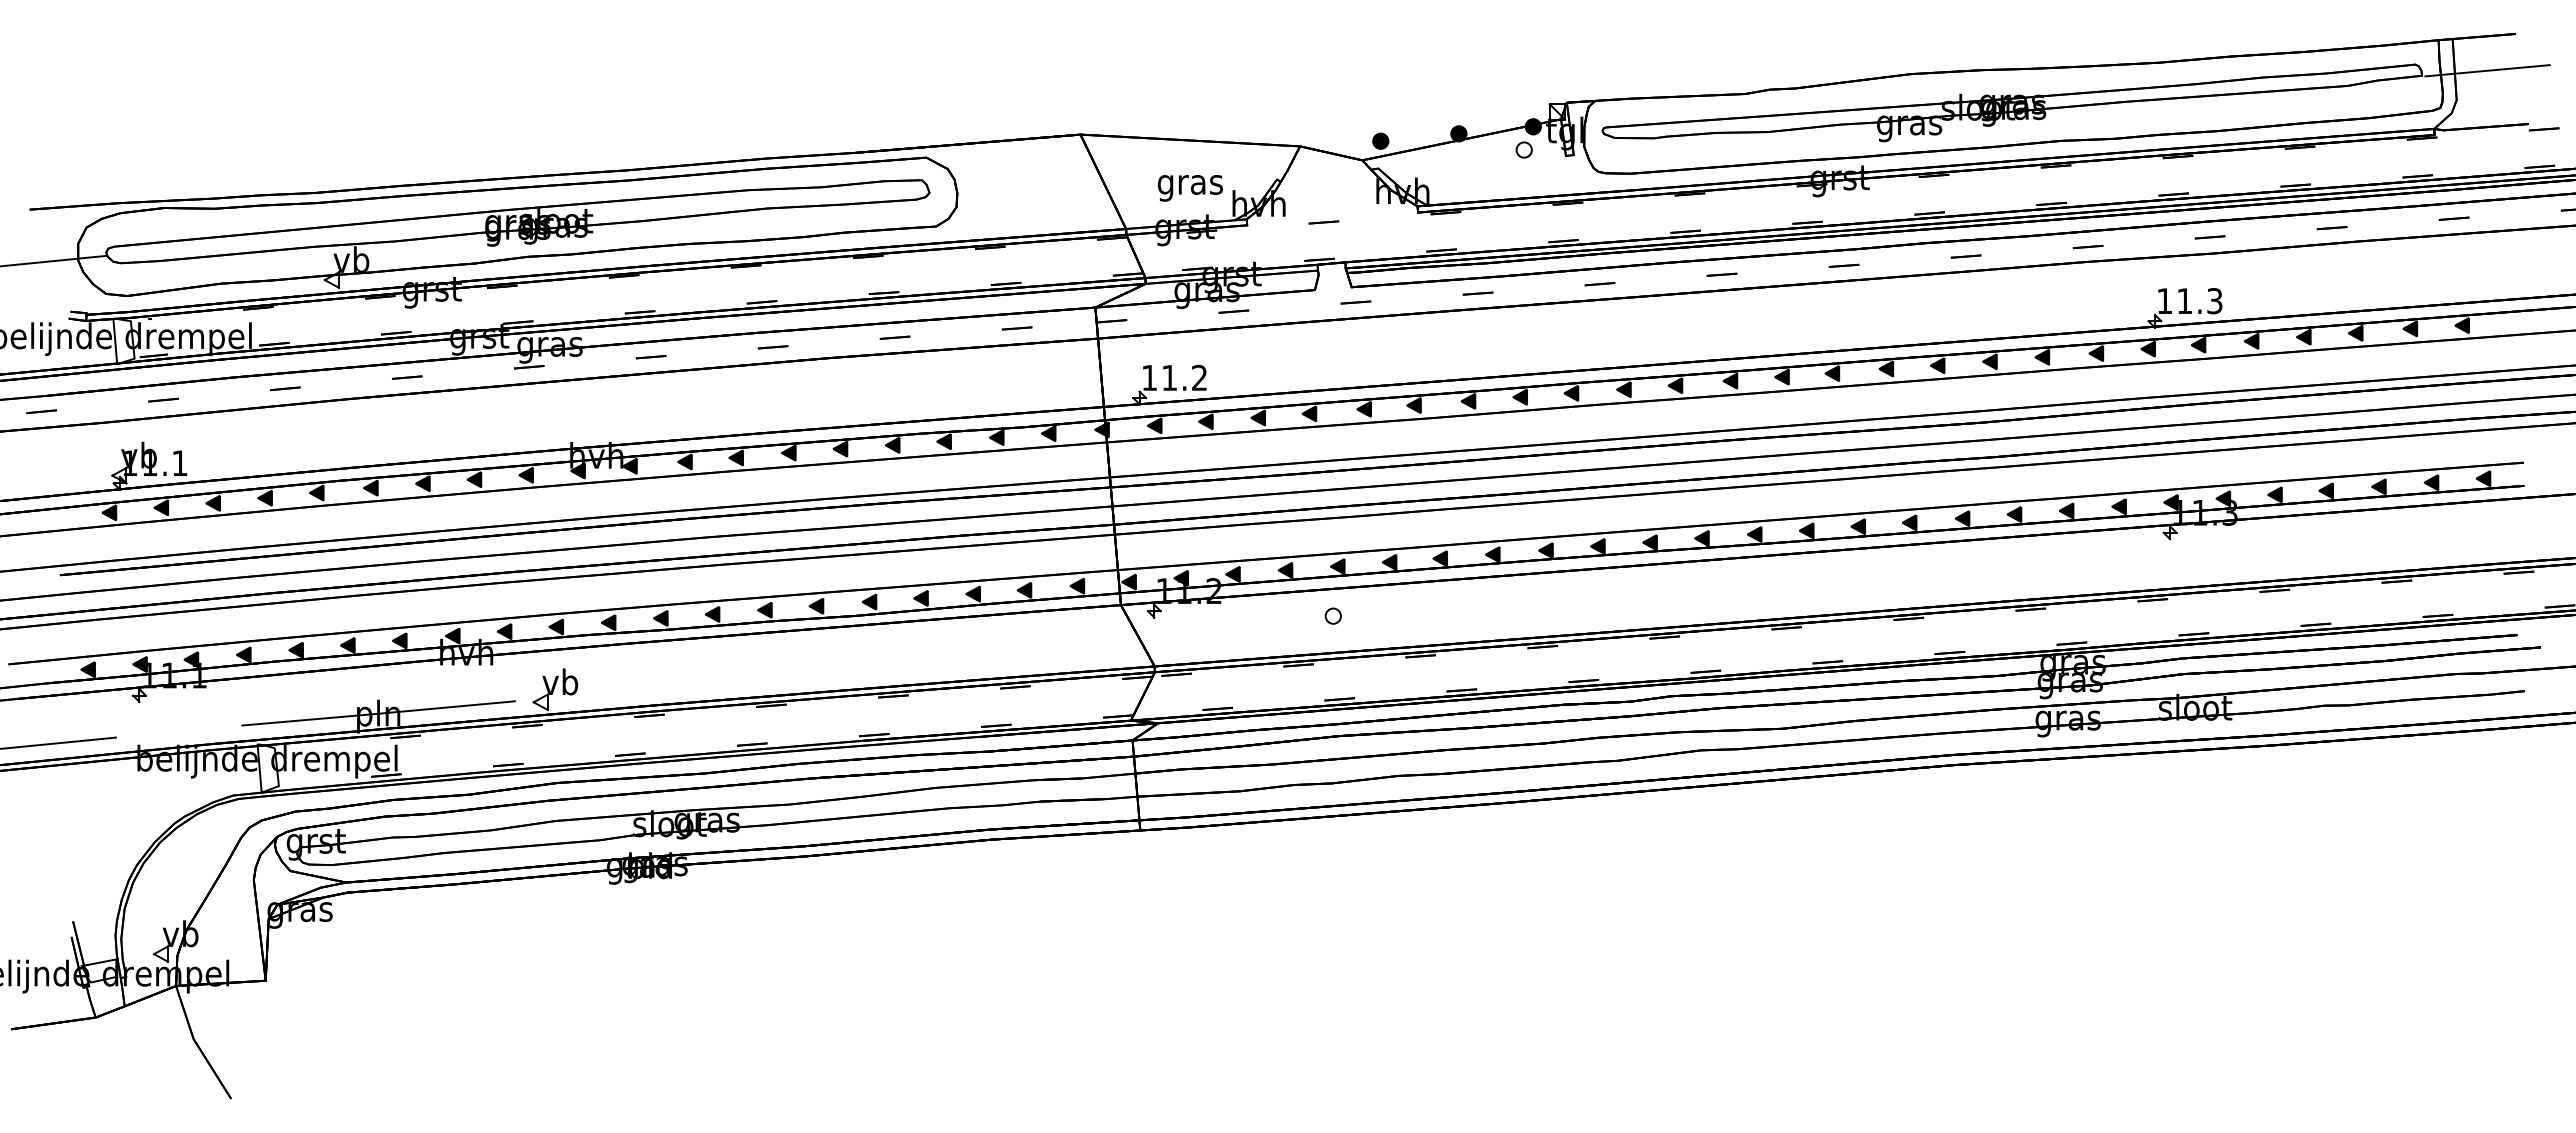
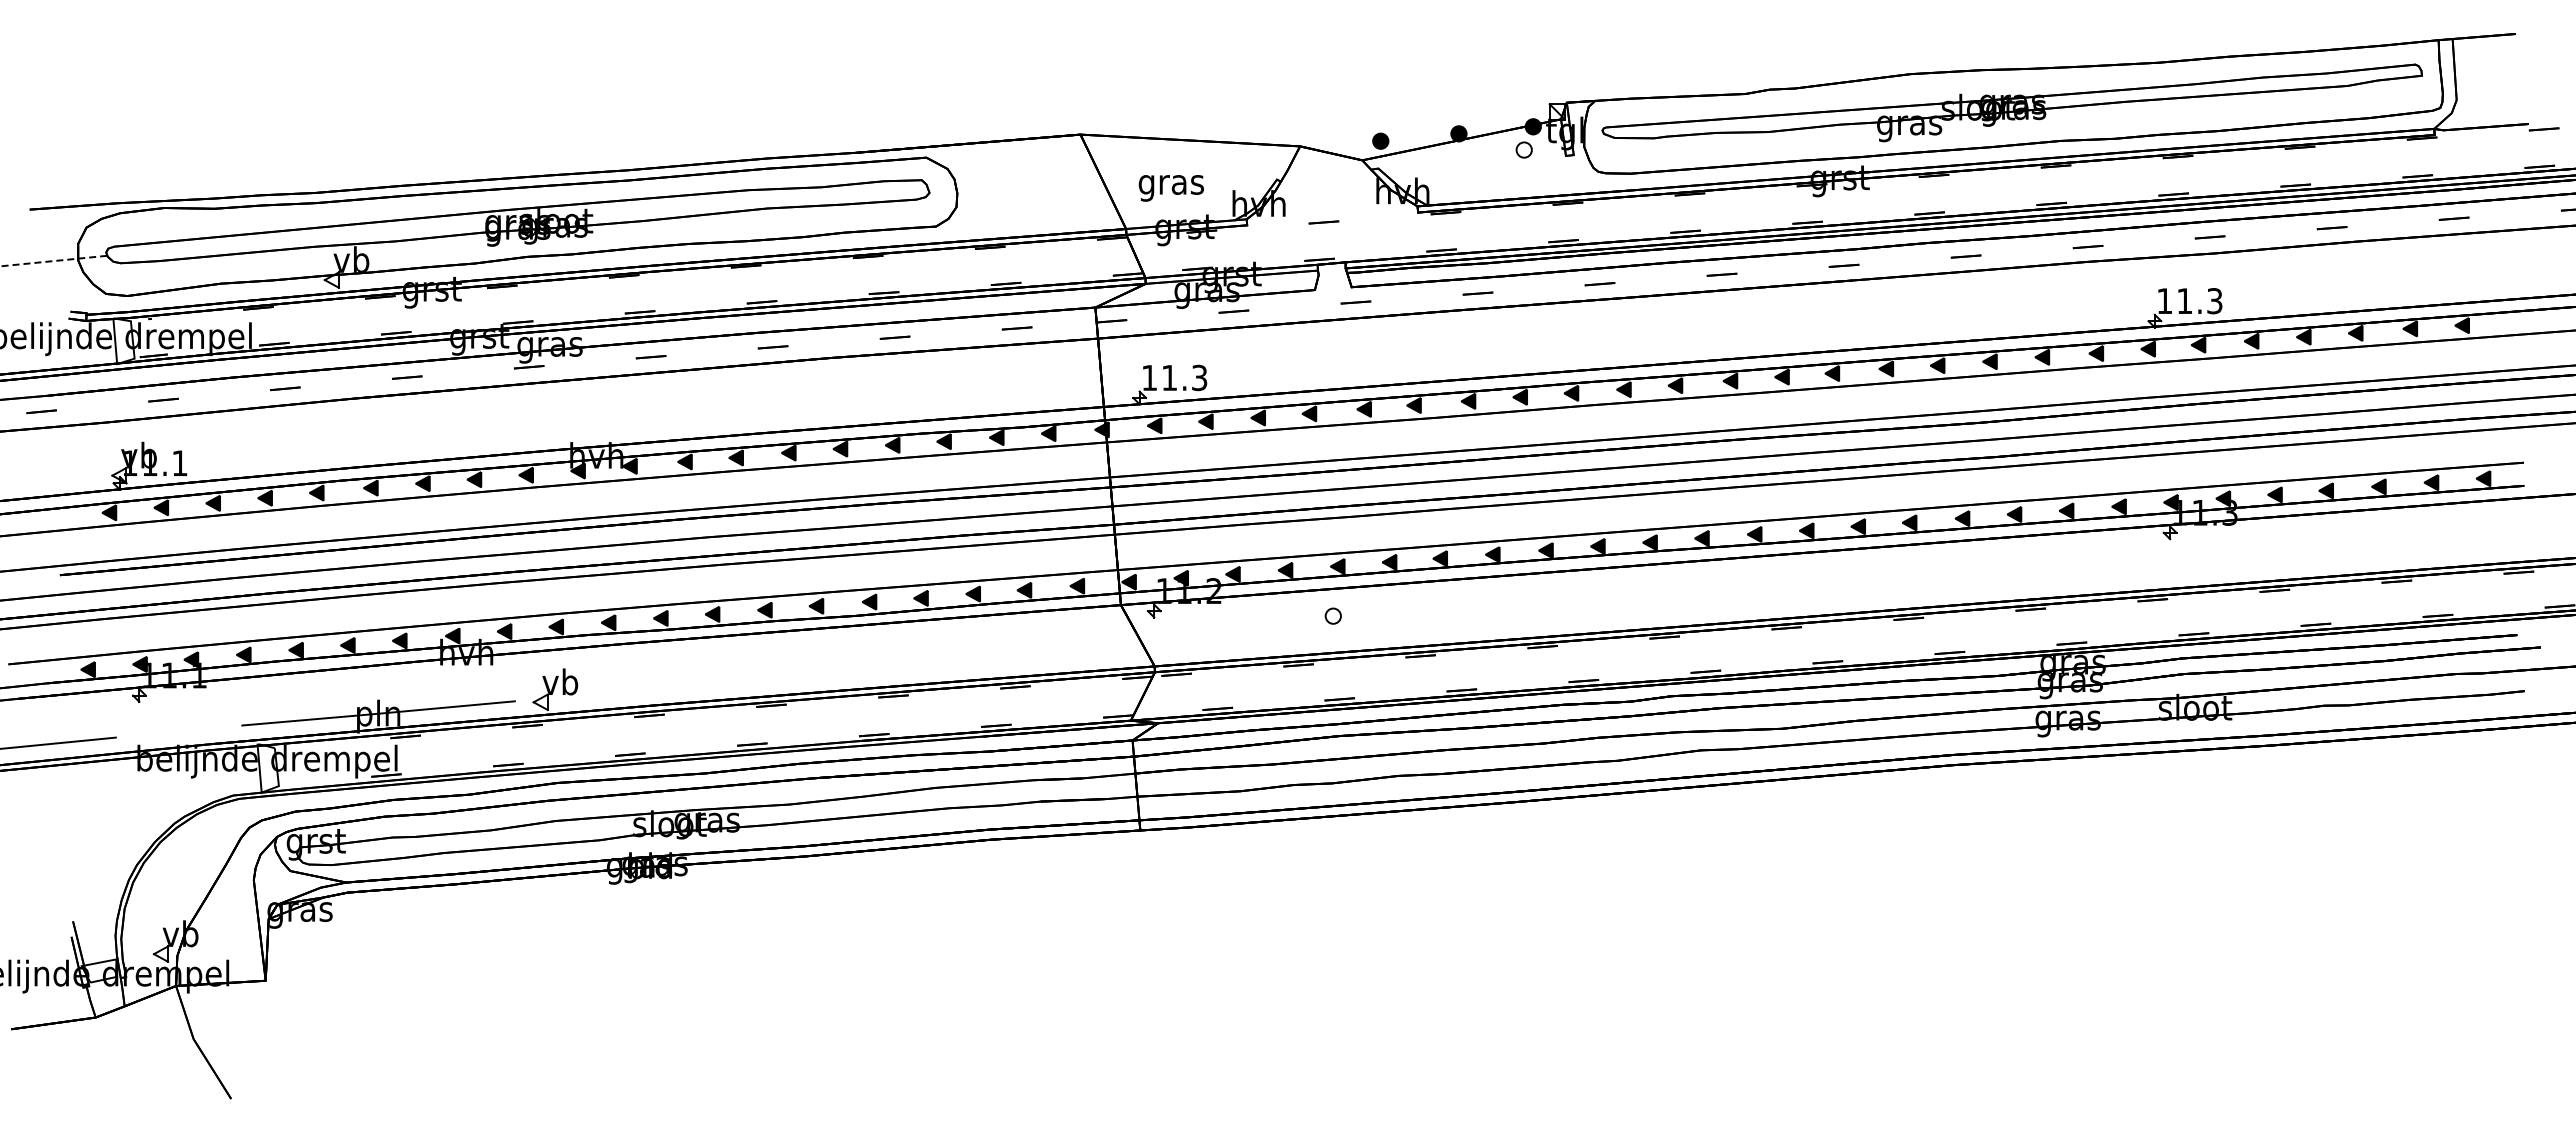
line at (2487, 70): present -> none
text at (1189, 188) position: (1189, 188) -> (1170, 188)
line at (54, 261): solid -> dashed
text at (1199, 378): 11.2 -> 11.3
